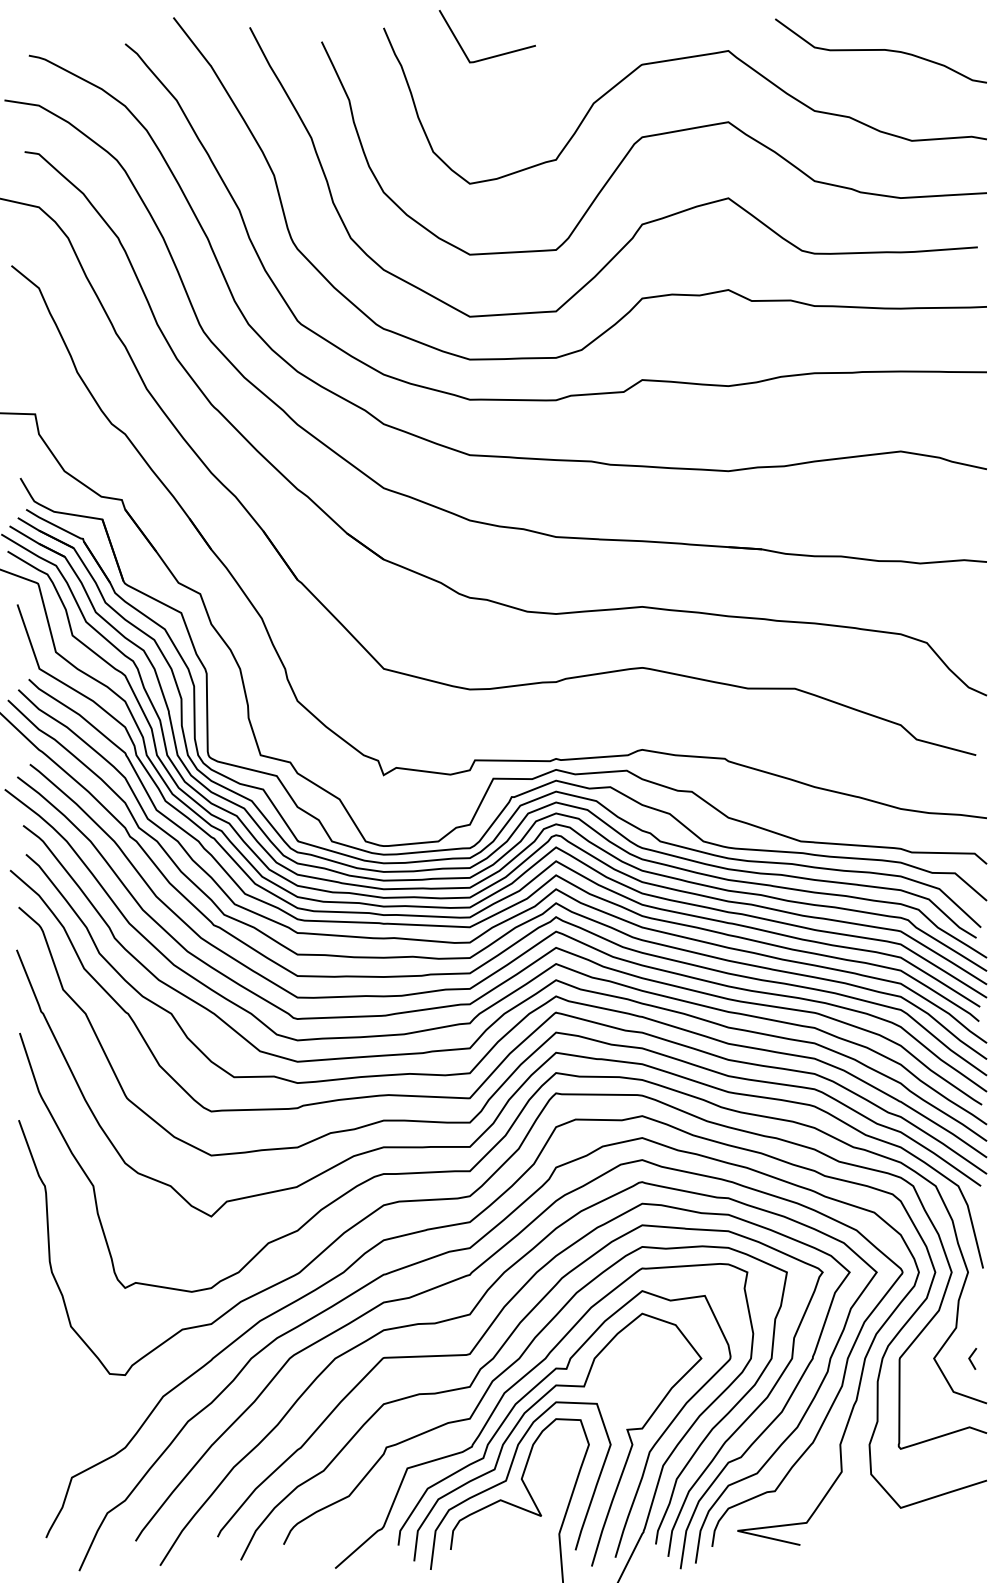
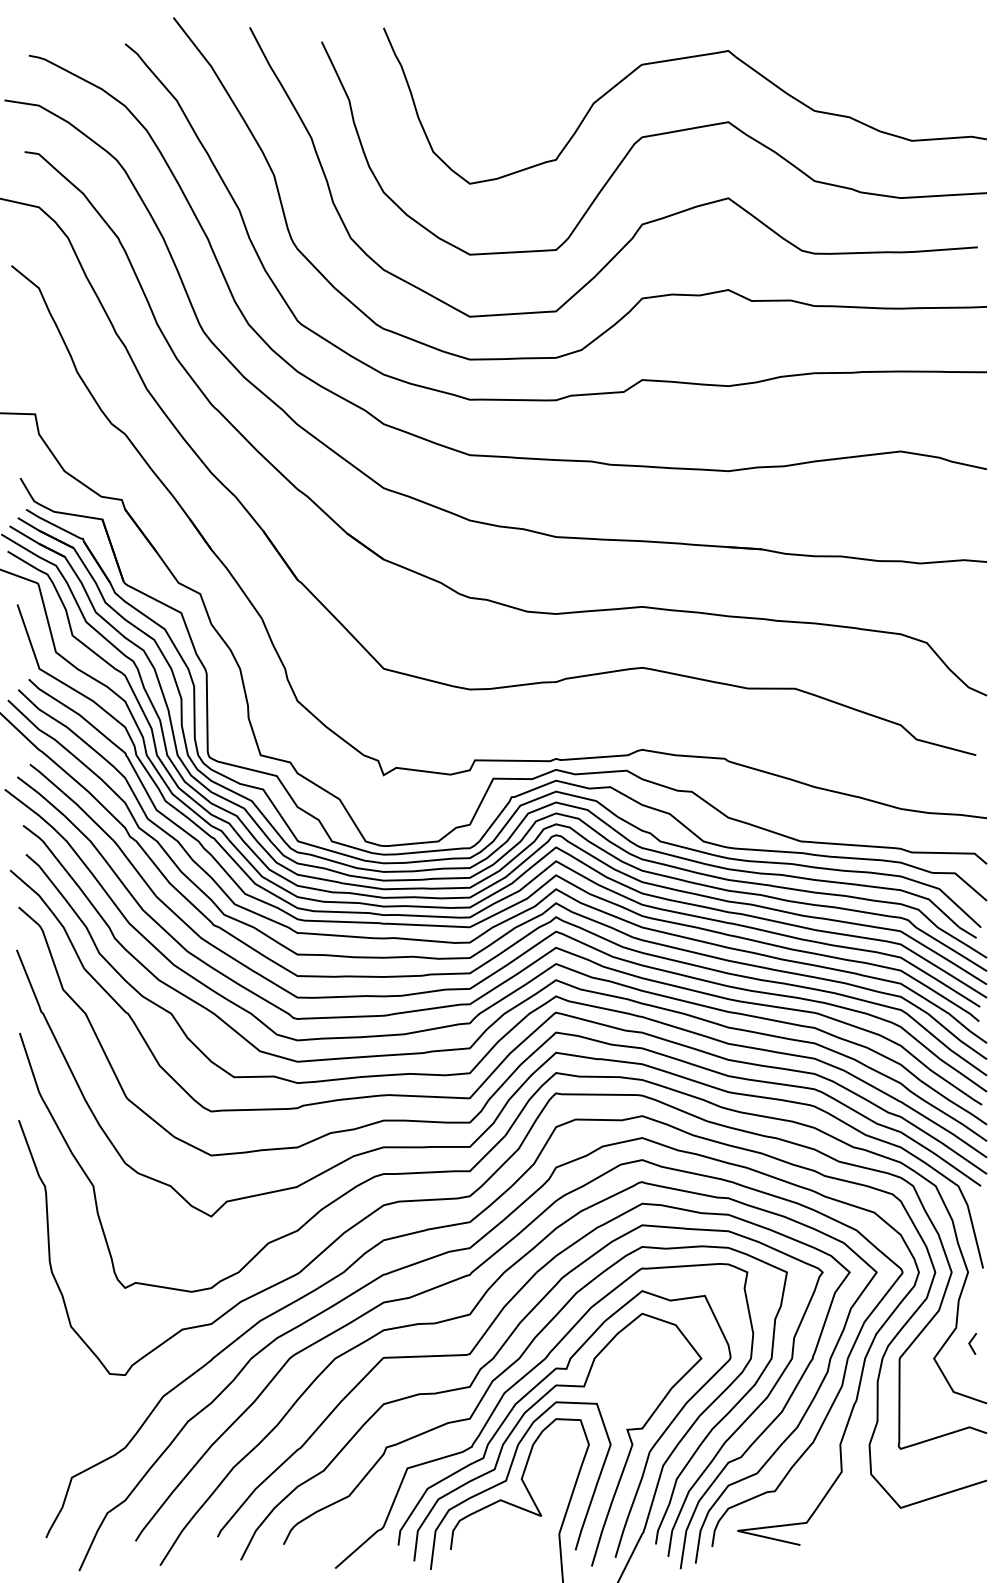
curve at (880, 50): present -> none
line at (490, 56): present -> none
line at (971, 1357) position: (971, 1357) -> (971, 1342)
